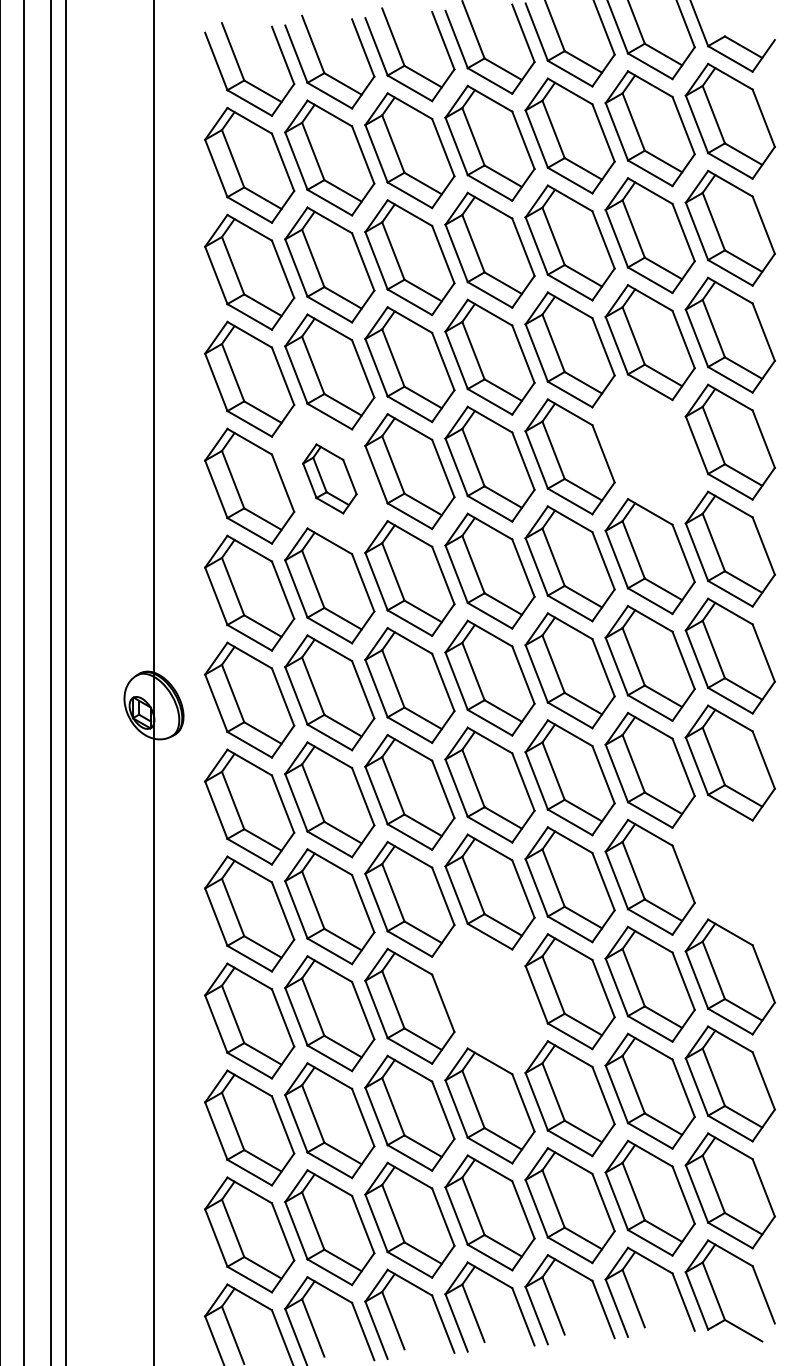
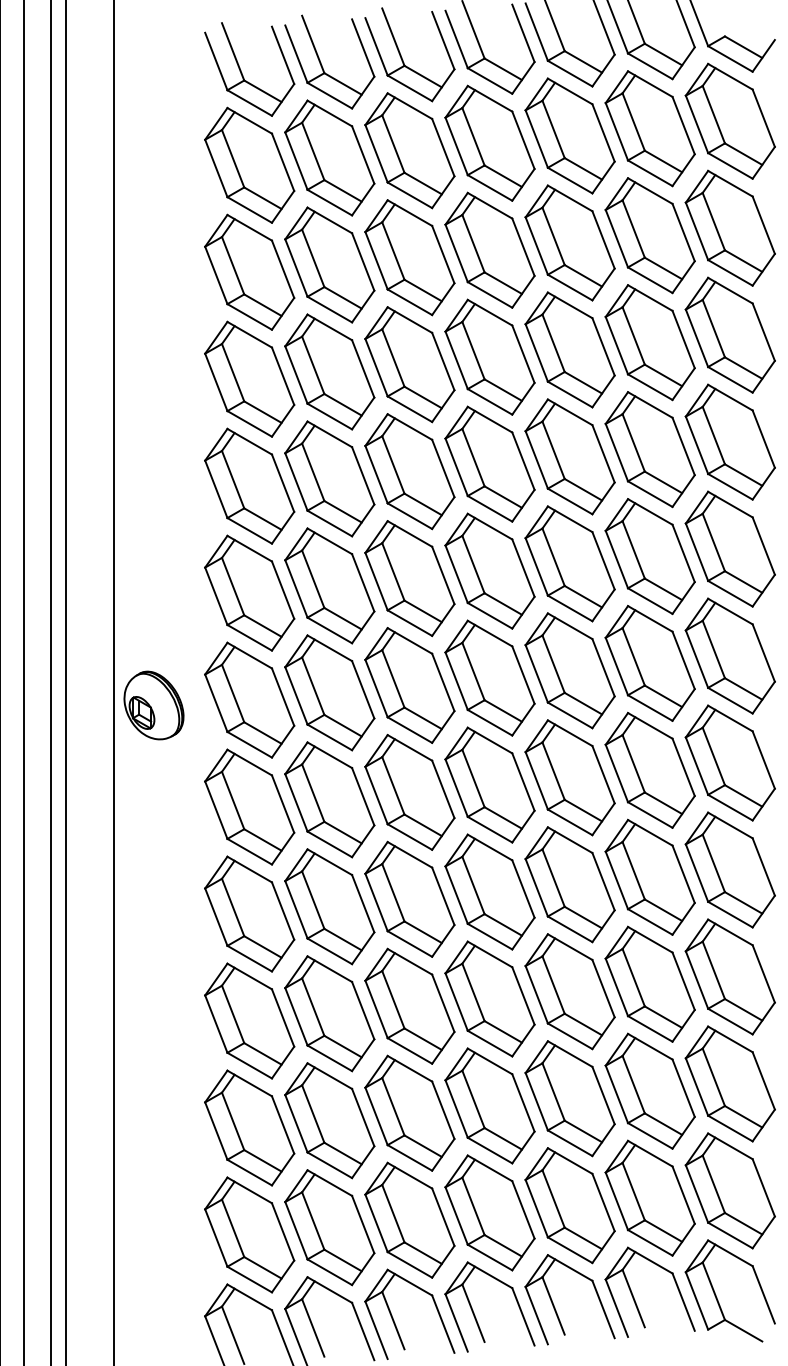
part at (649, 449): none -> present
part at (329, 478) size: 56x72 px -> 92x118 px
line at (154, 682) position: (154, 682) -> (114, 682)
part at (729, 869): none -> present
part at (489, 998): none -> present
